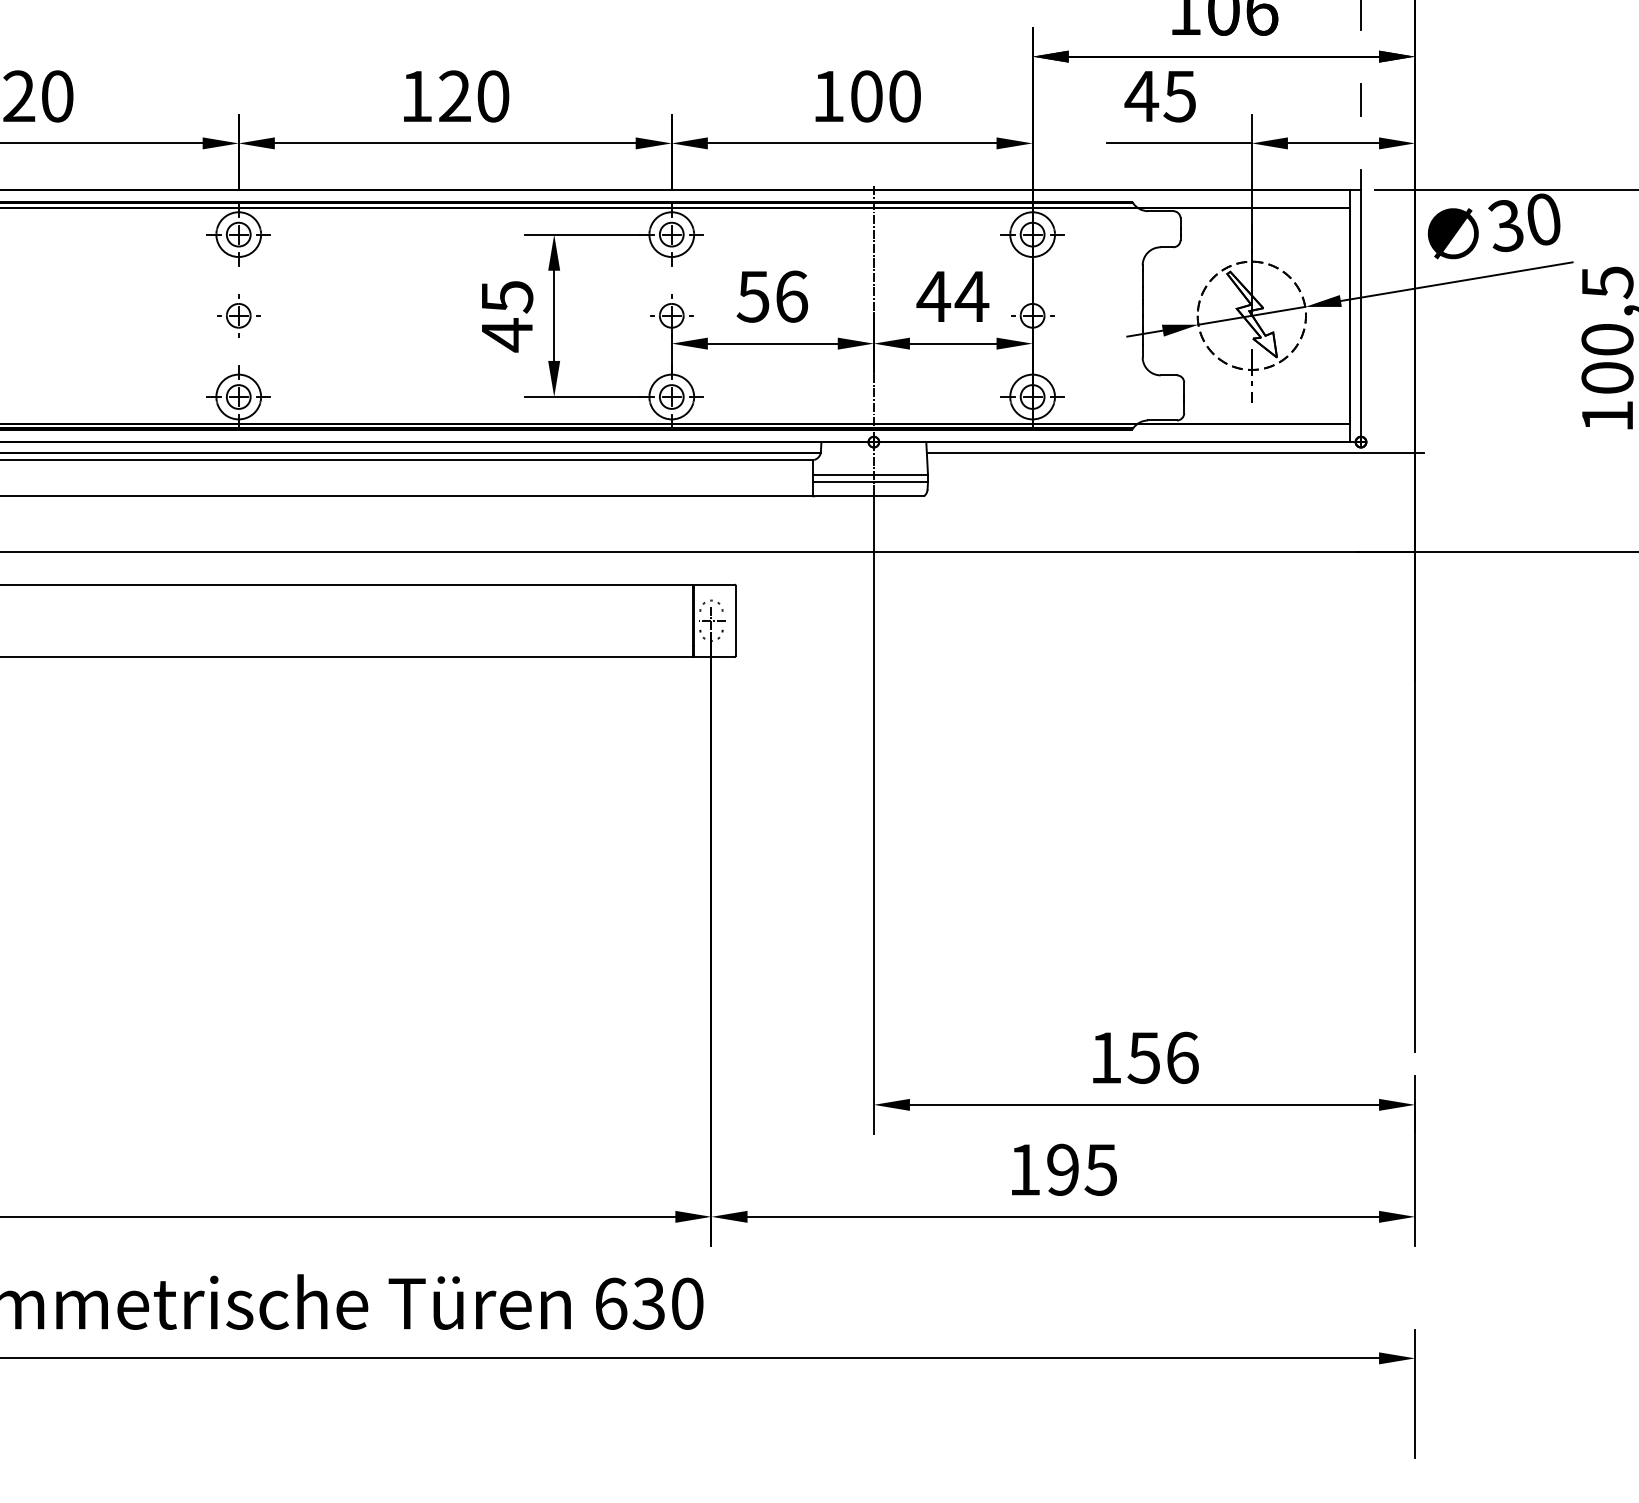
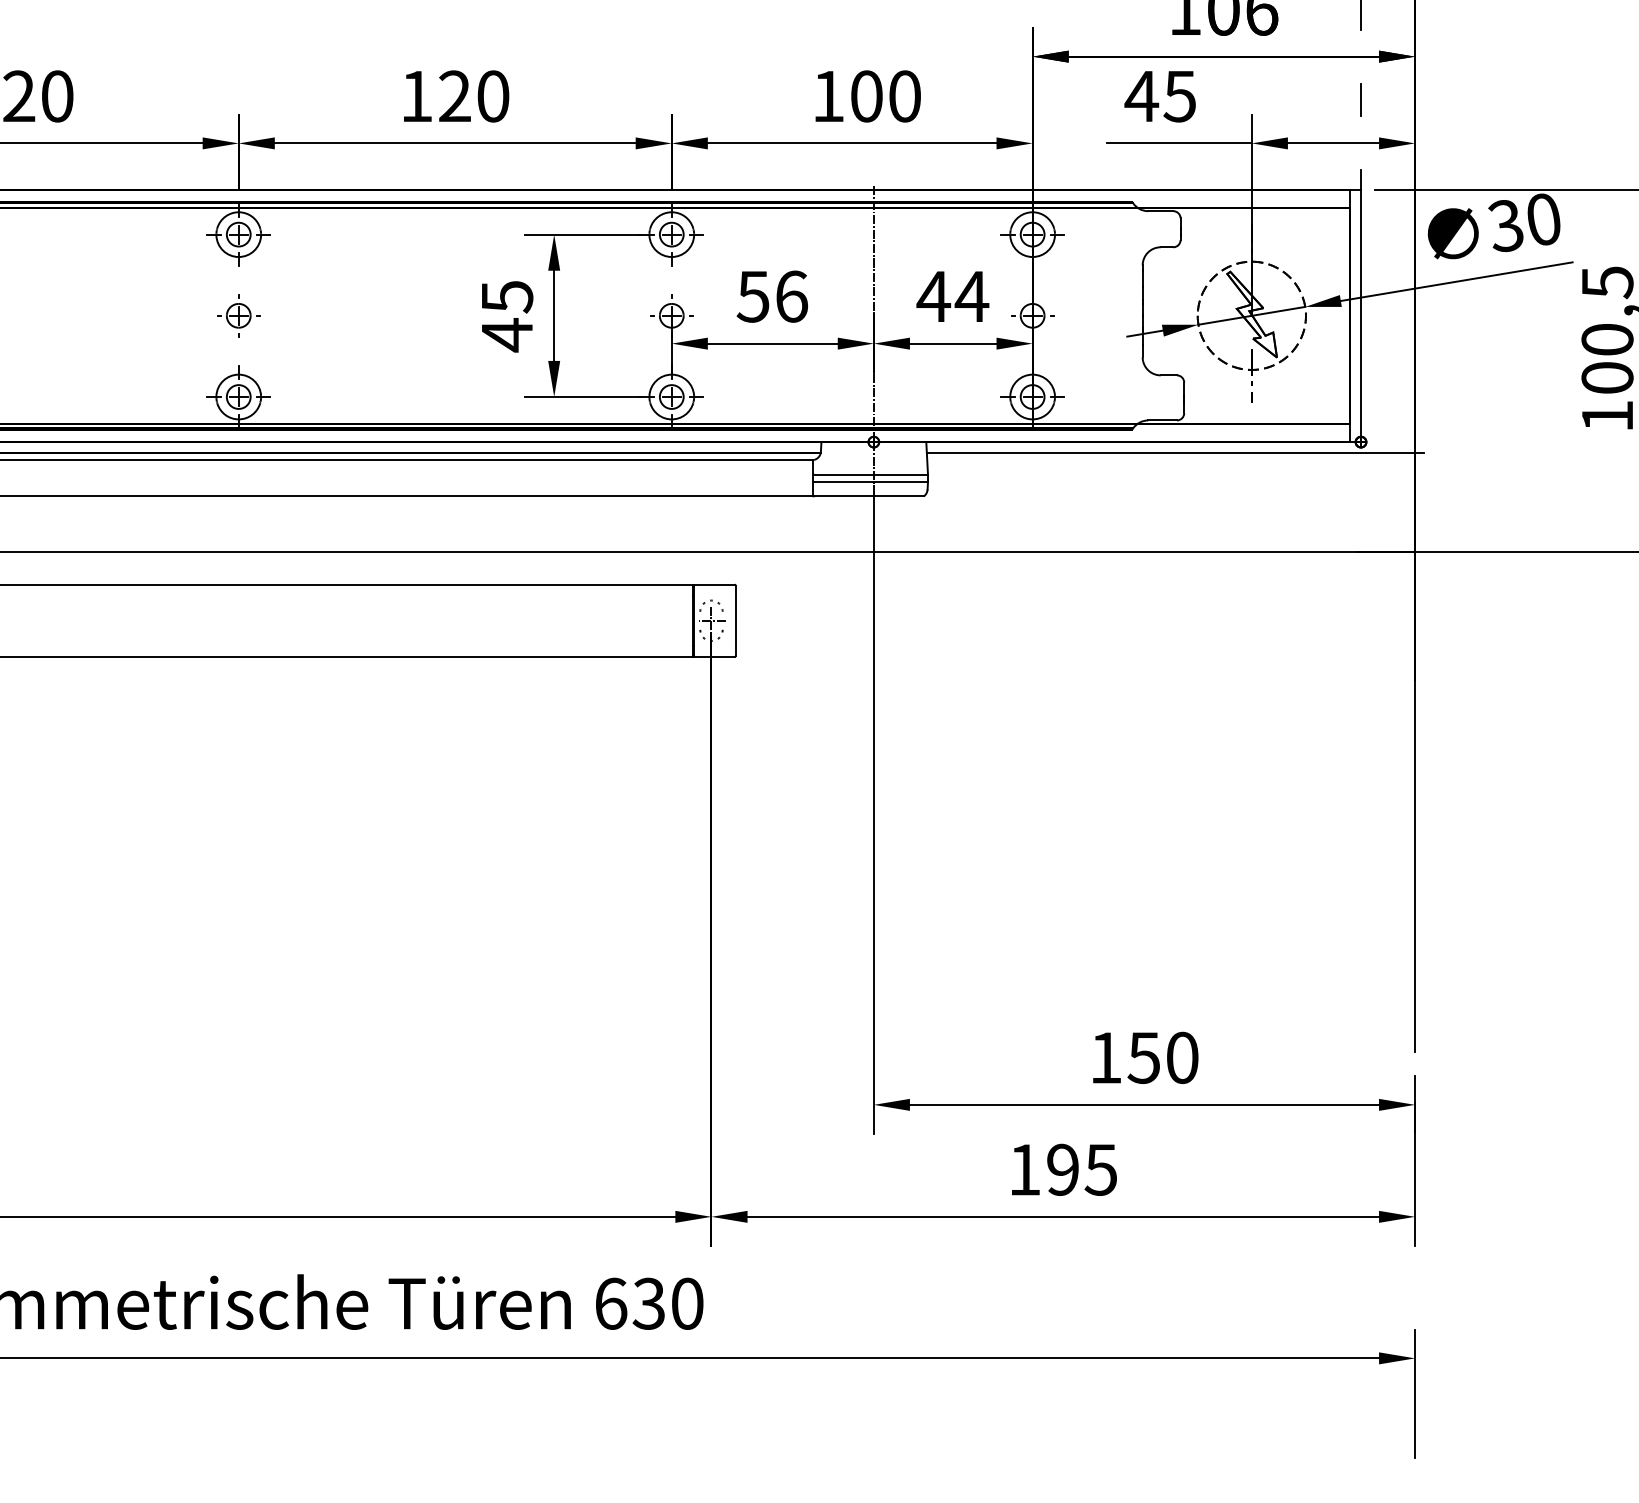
text at (1182, 1057): 156 -> 150
